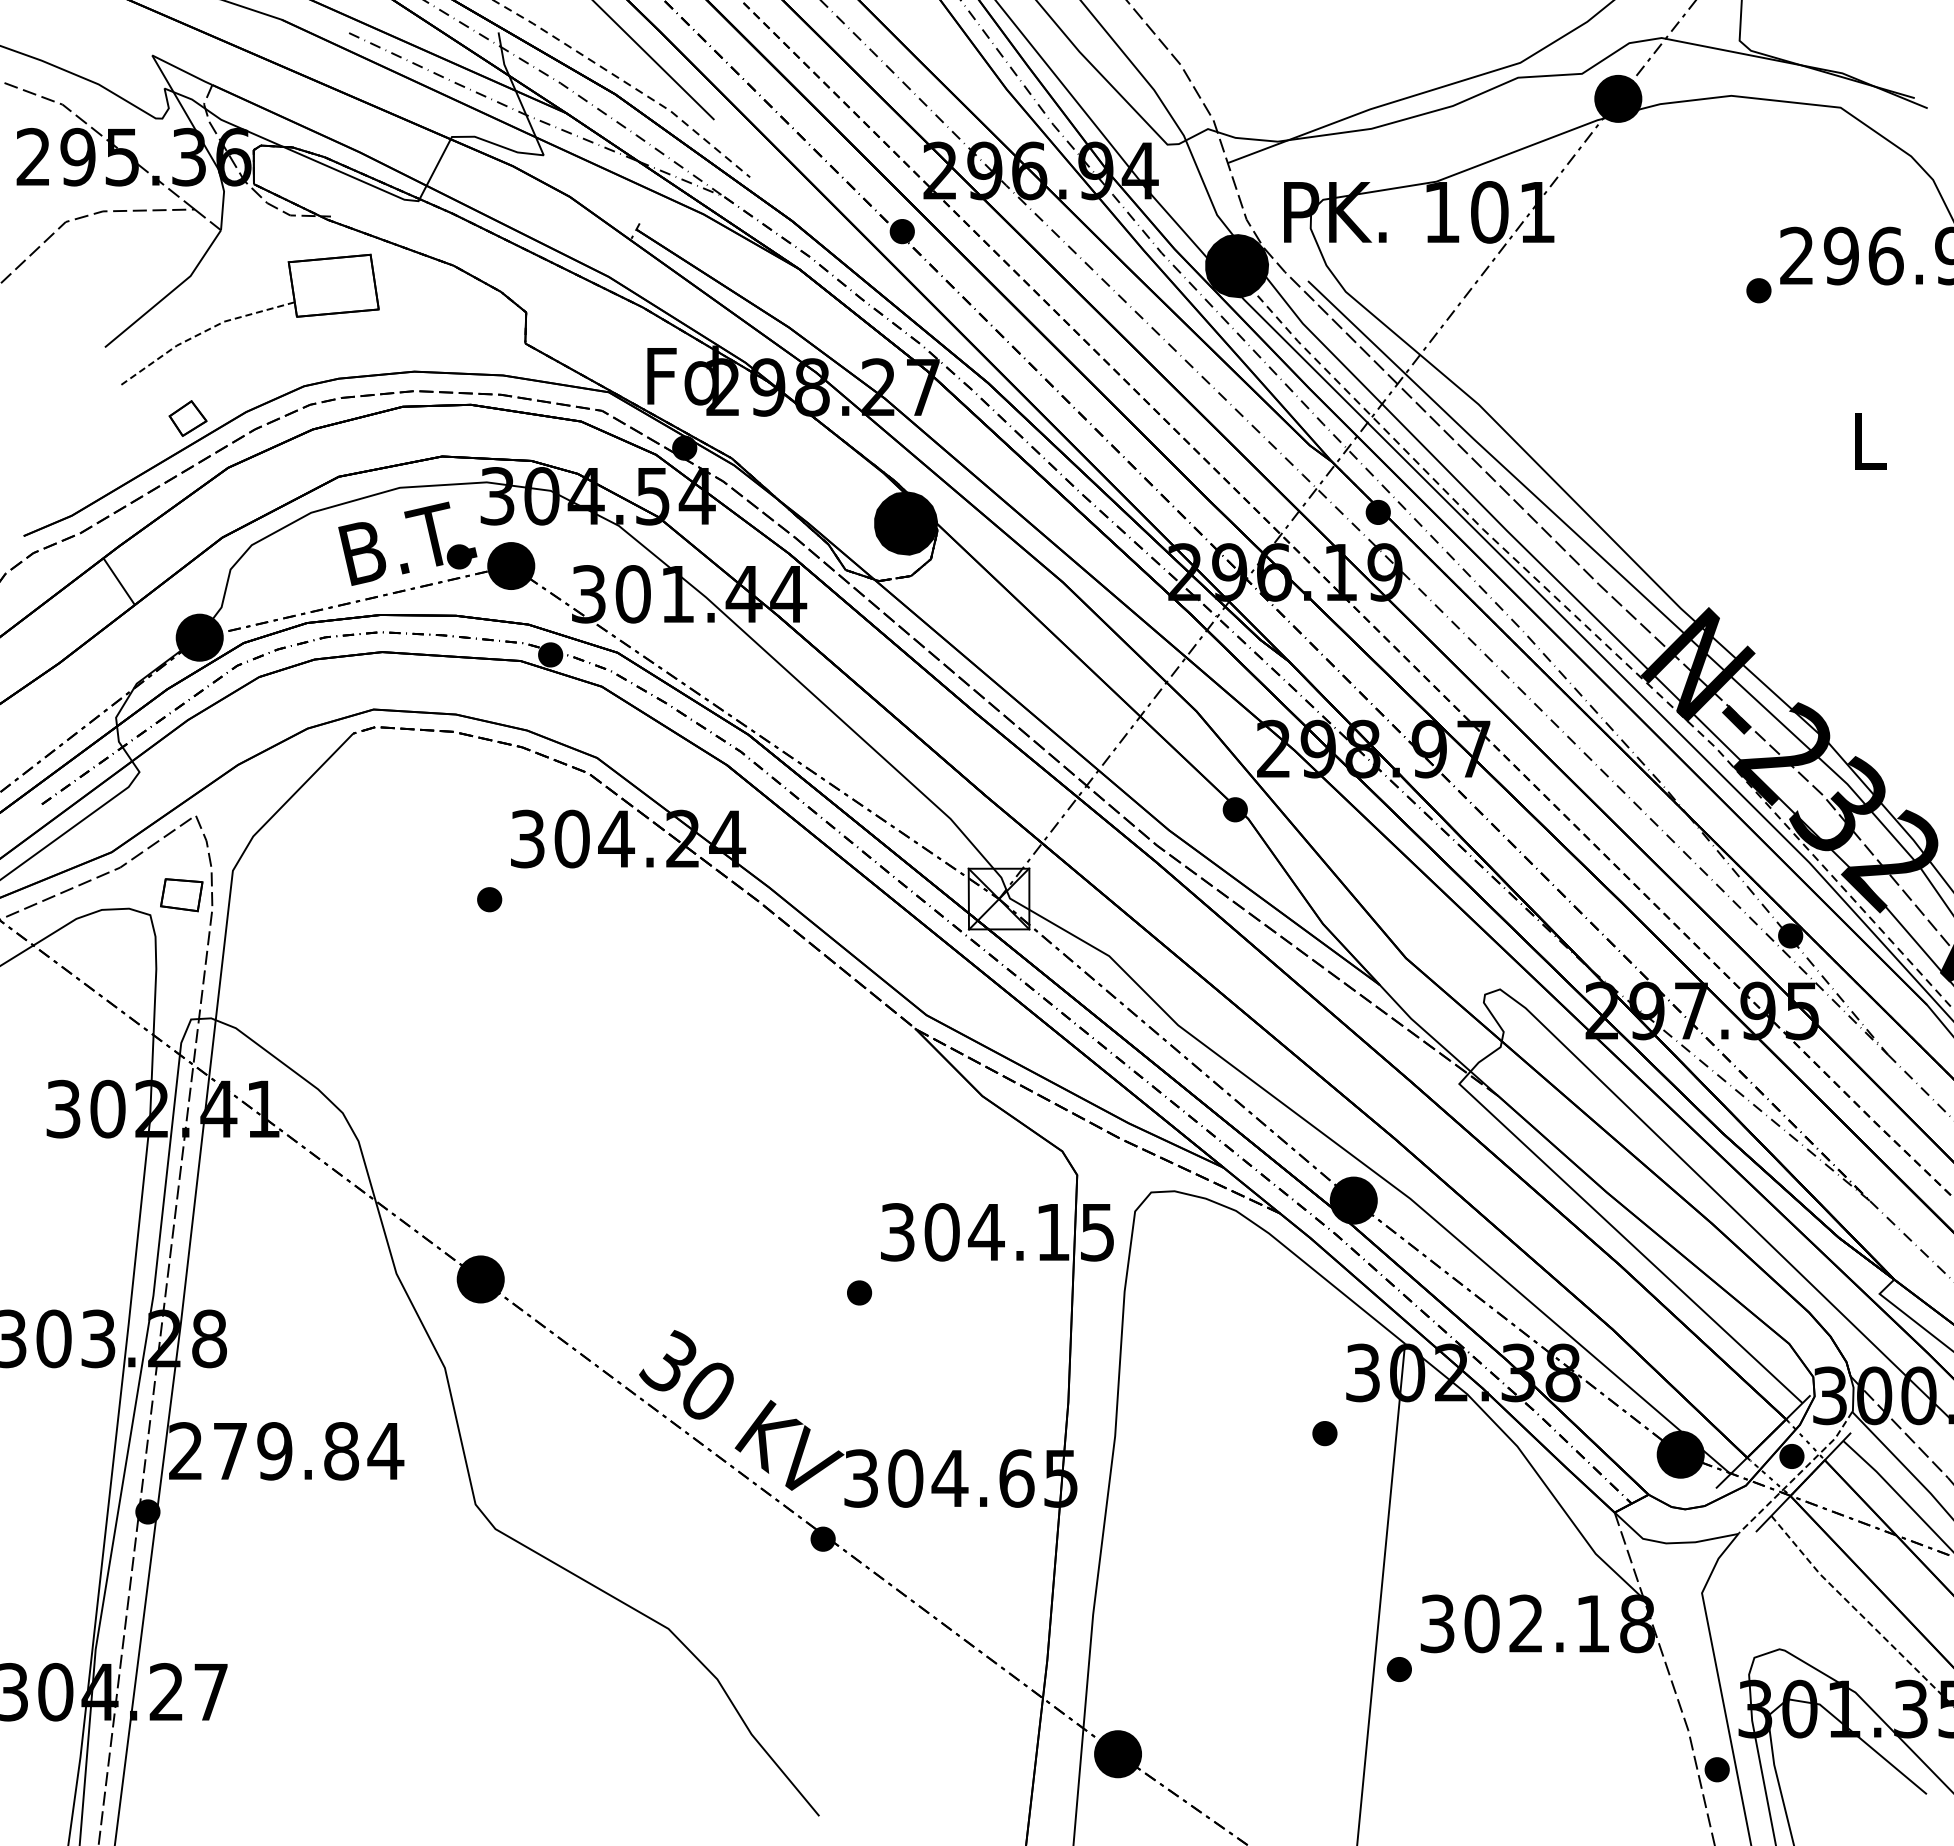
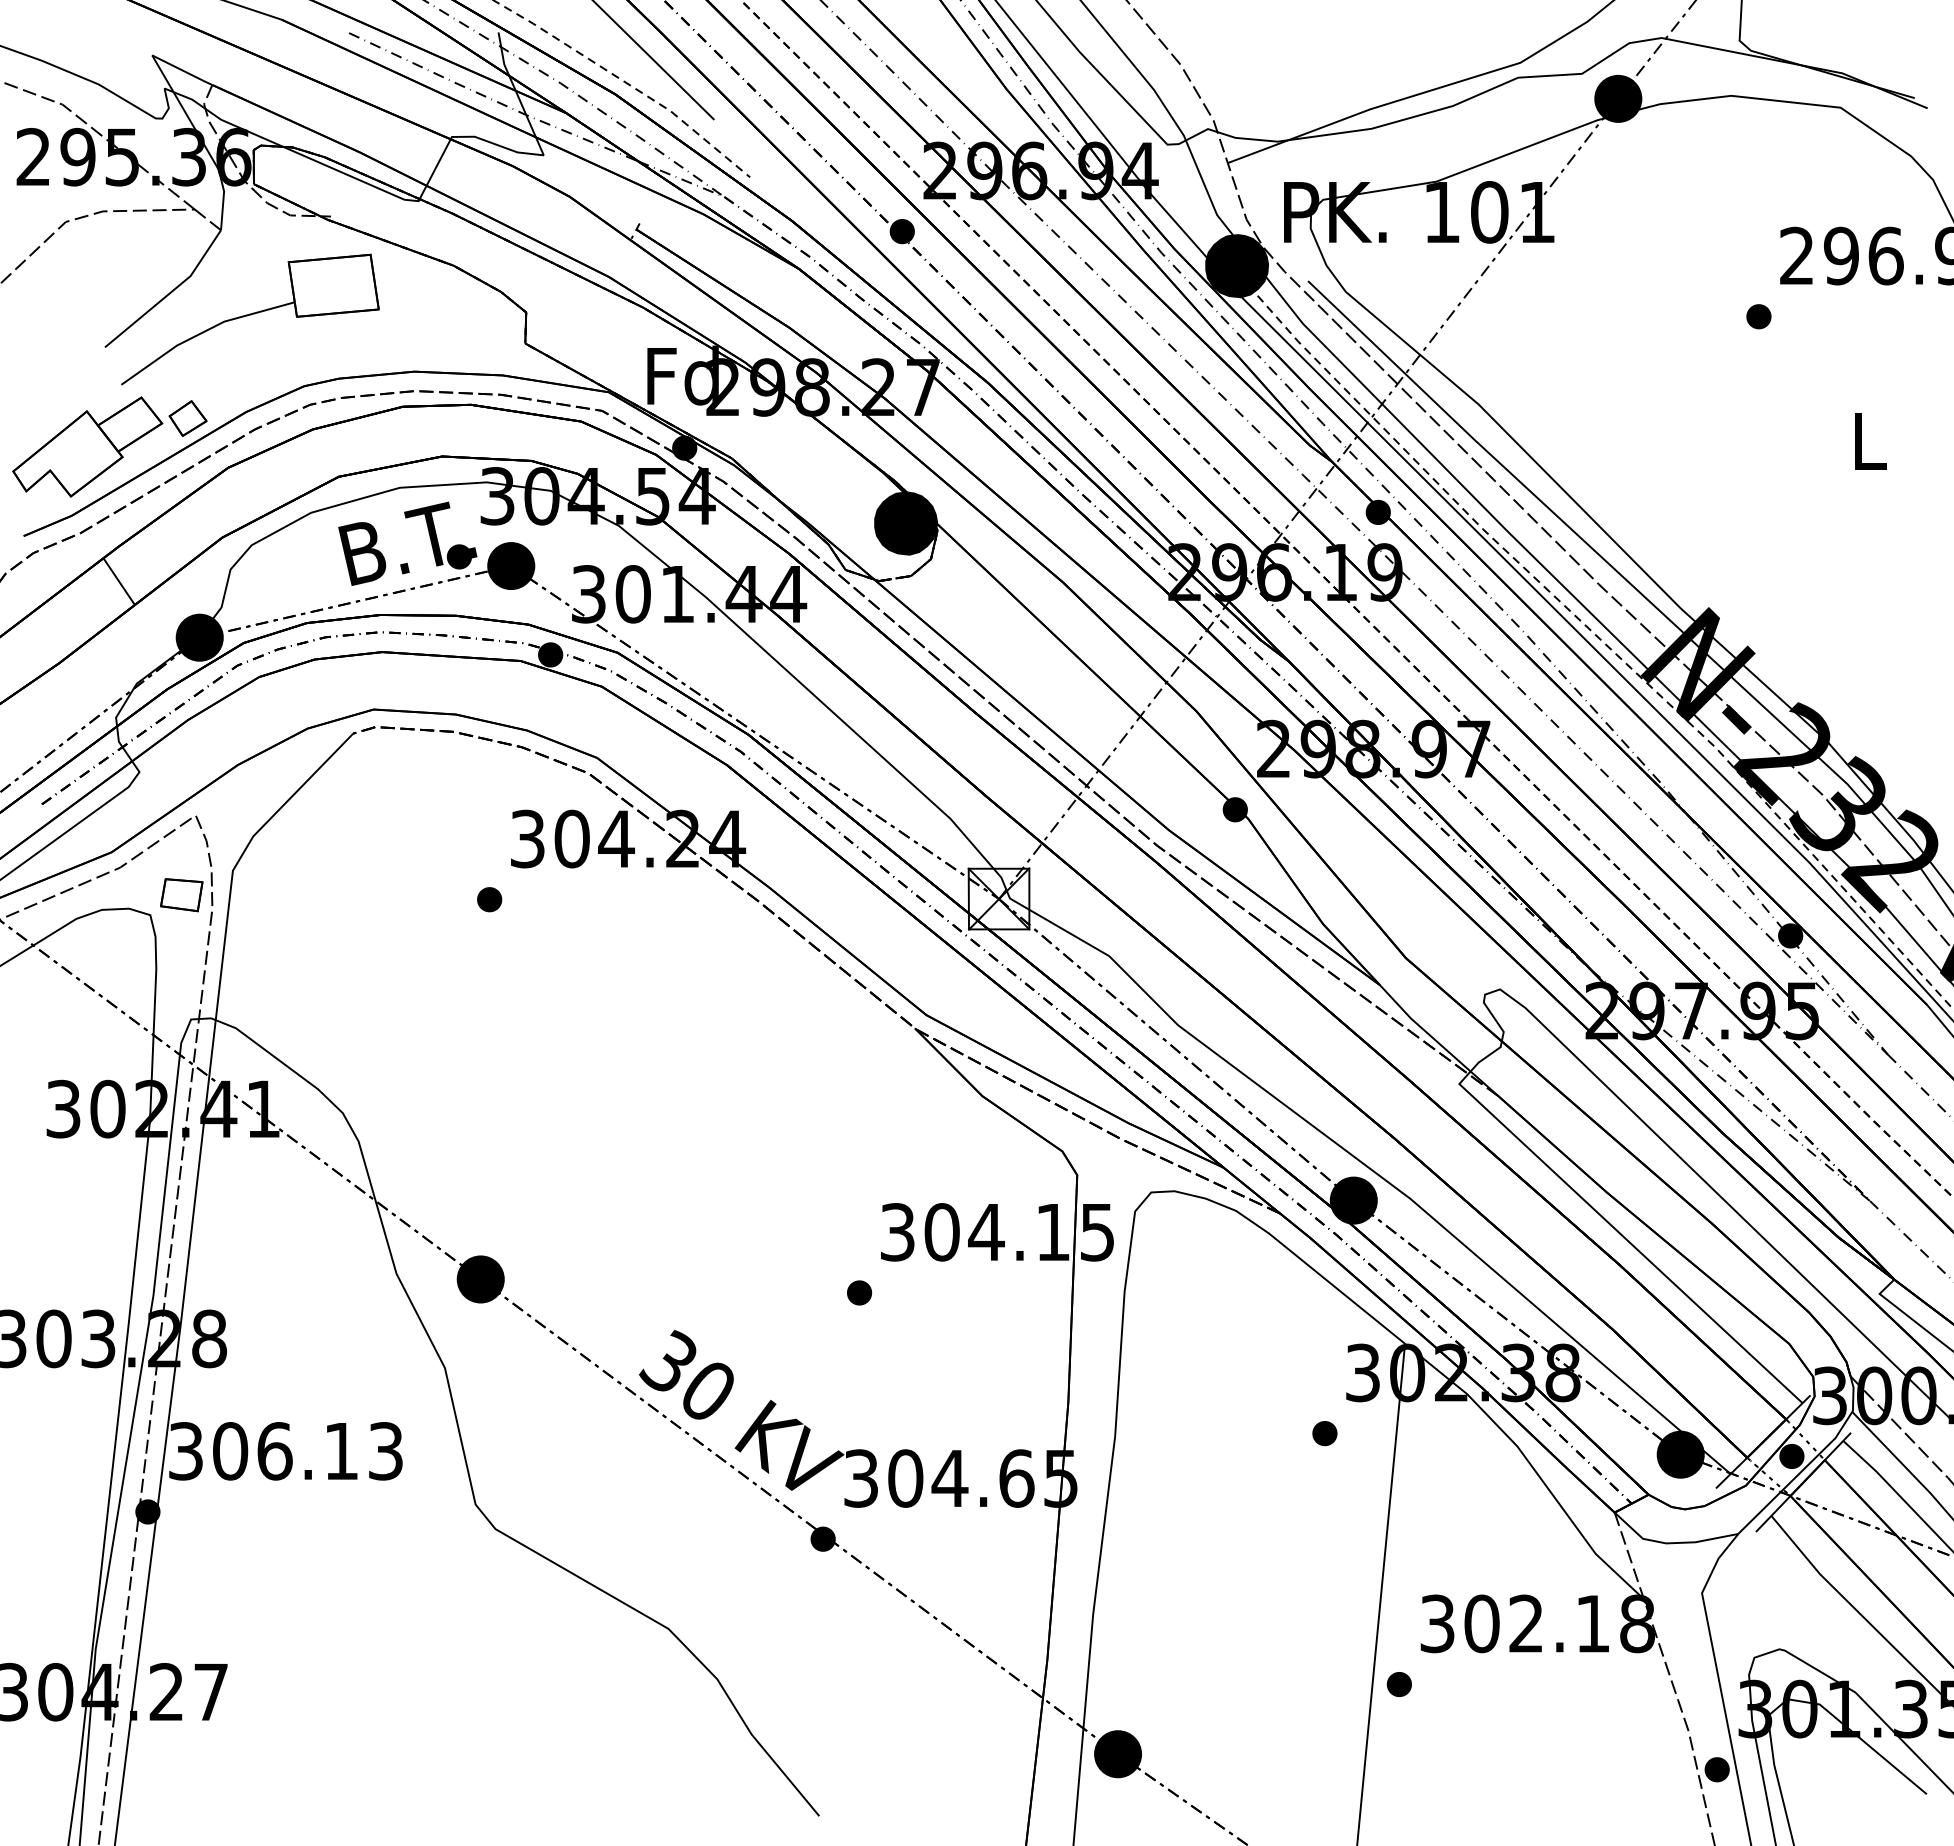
part at (1758, 290) position: (1758, 290) -> (1758, 316)
line at (203, 332): dashed -> solid
part at (87, 446): none -> present
text at (286, 1451): 279.84 -> 306.13
line at (1797, 1475): dashed -> solid
line at (1859, 1613): dashed -> solid
part at (1398, 1669) position: (1398, 1669) -> (1398, 1684)
